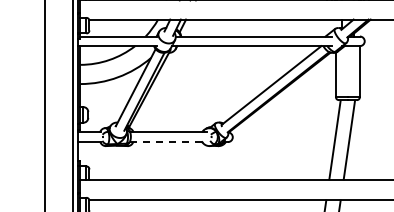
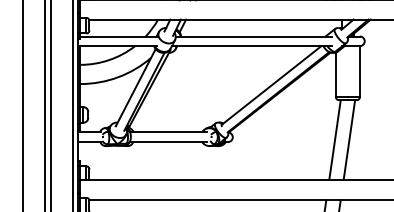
line at (22, 105): none -> present
line at (51, 105): none -> present
line at (168, 142): dashed -> solid
